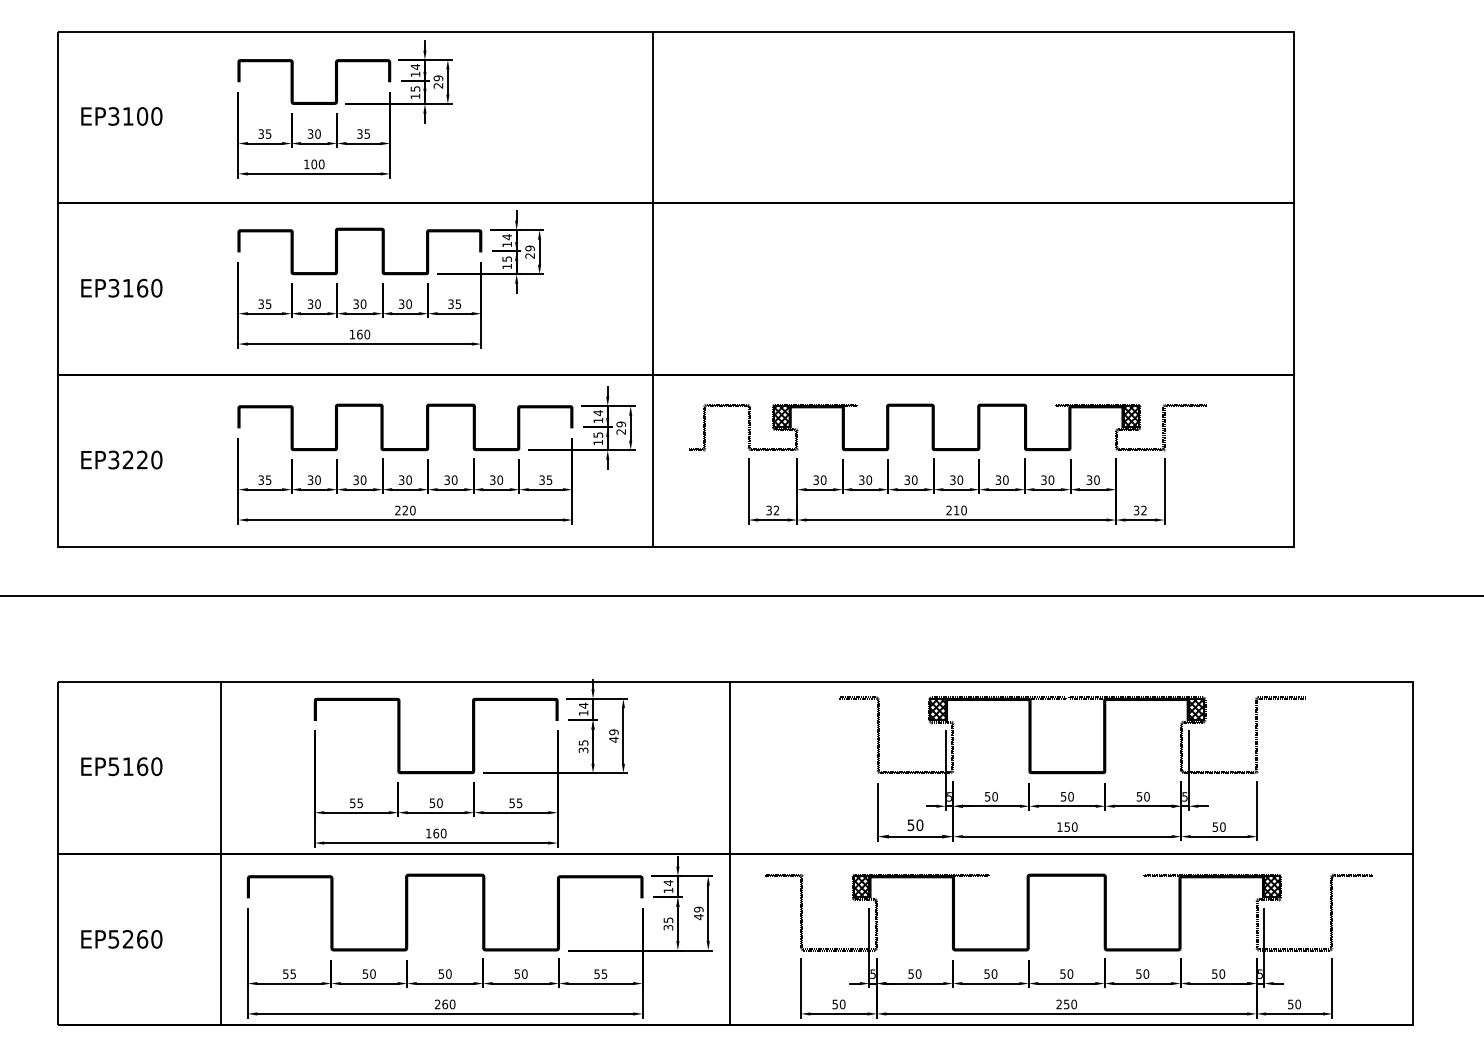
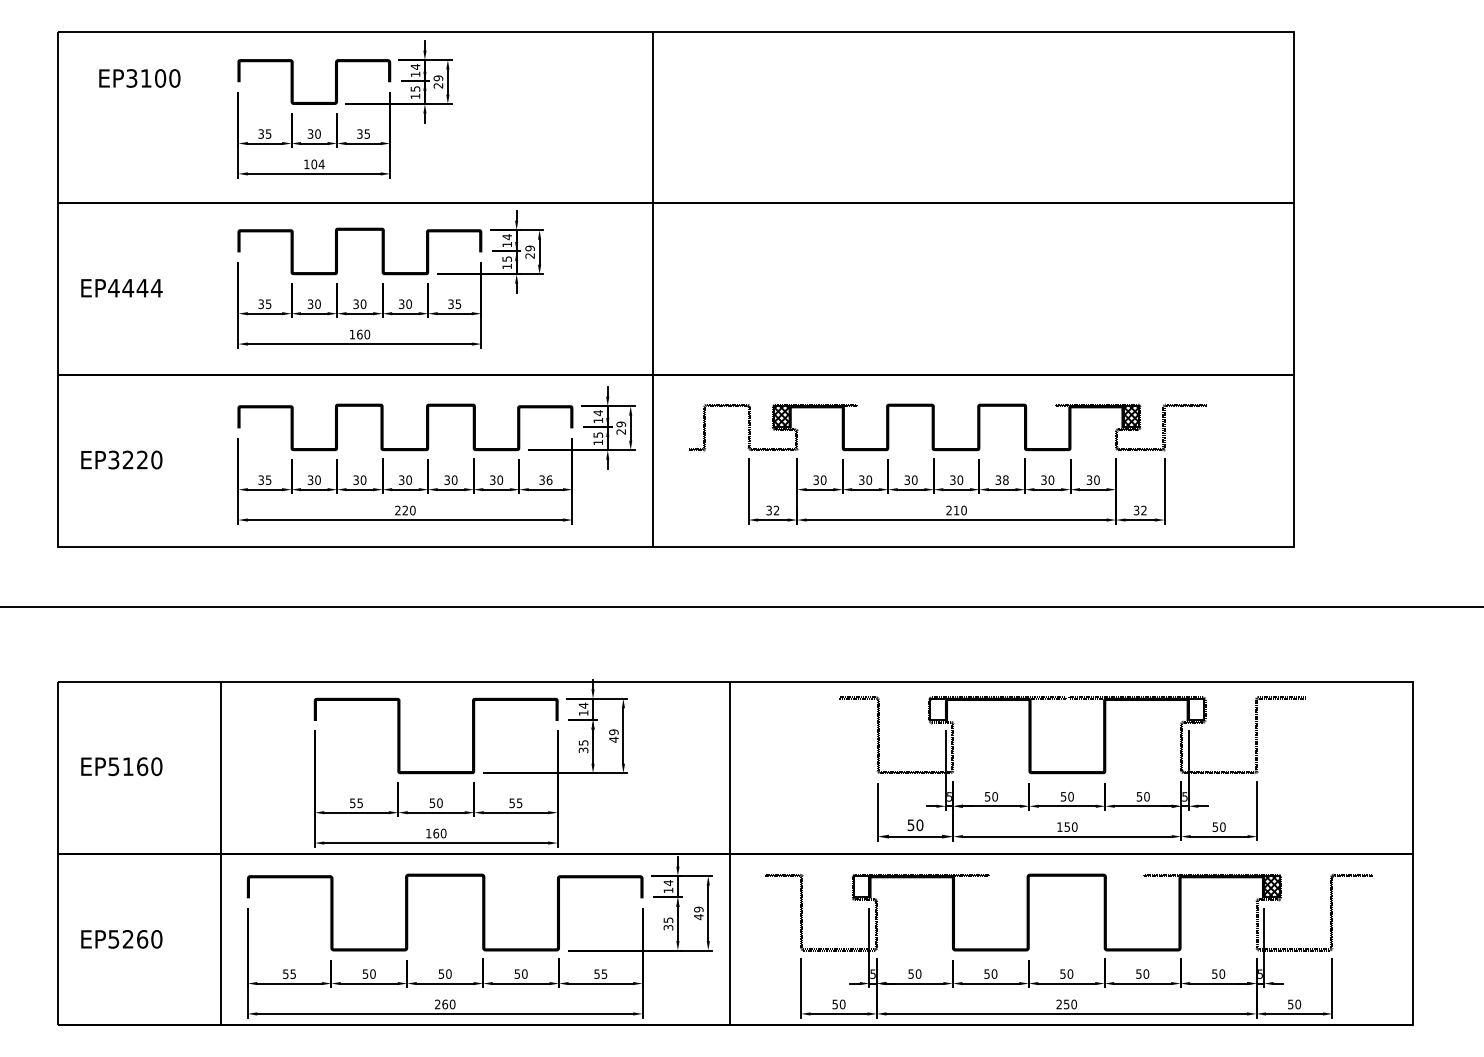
text at (121, 116) position: (121, 116) -> (139, 78)
text at (321, 164): 100 -> 104
text at (135, 287): EP3160 -> EP4444
text at (1005, 479): 30 -> 38
text at (549, 480): 35 -> 36
line at (741, 596) position: (741, 596) -> (741, 607)
hatch at (937, 709): present -> none
hatch at (1196, 709): present -> none
hatch at (861, 886): present -> none
